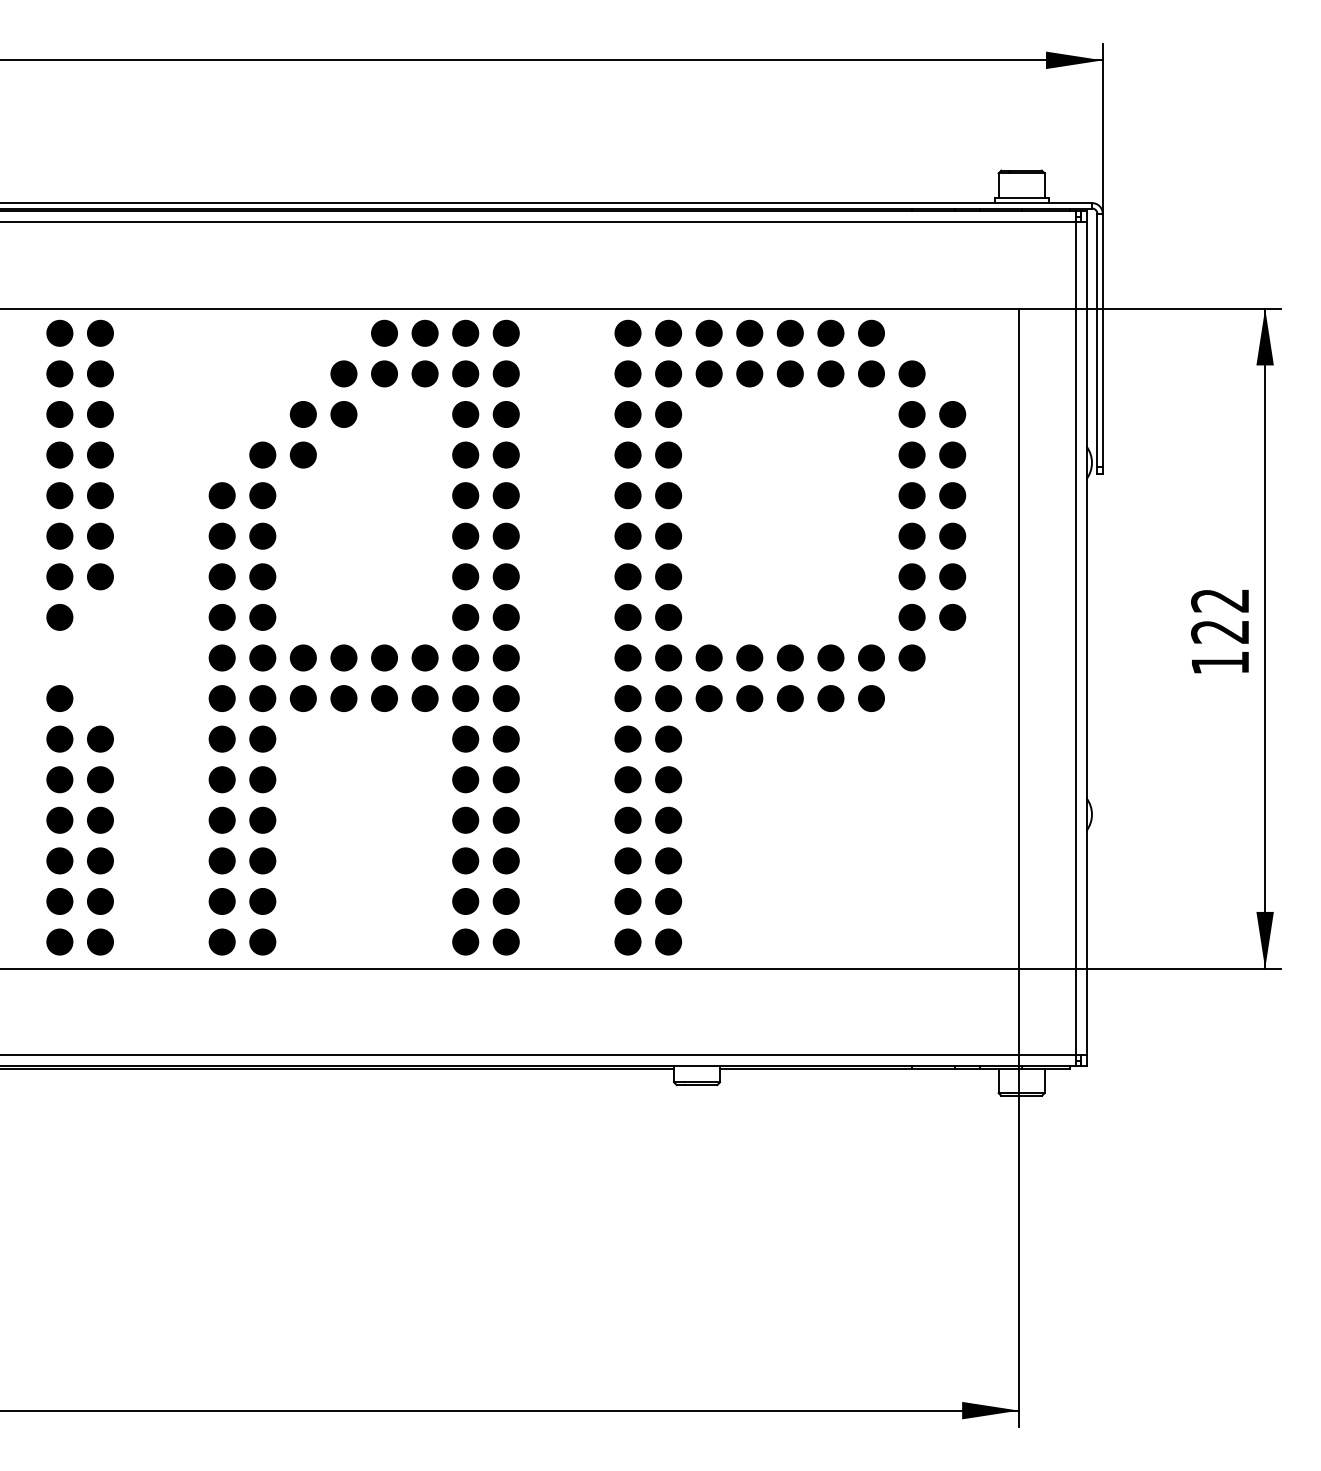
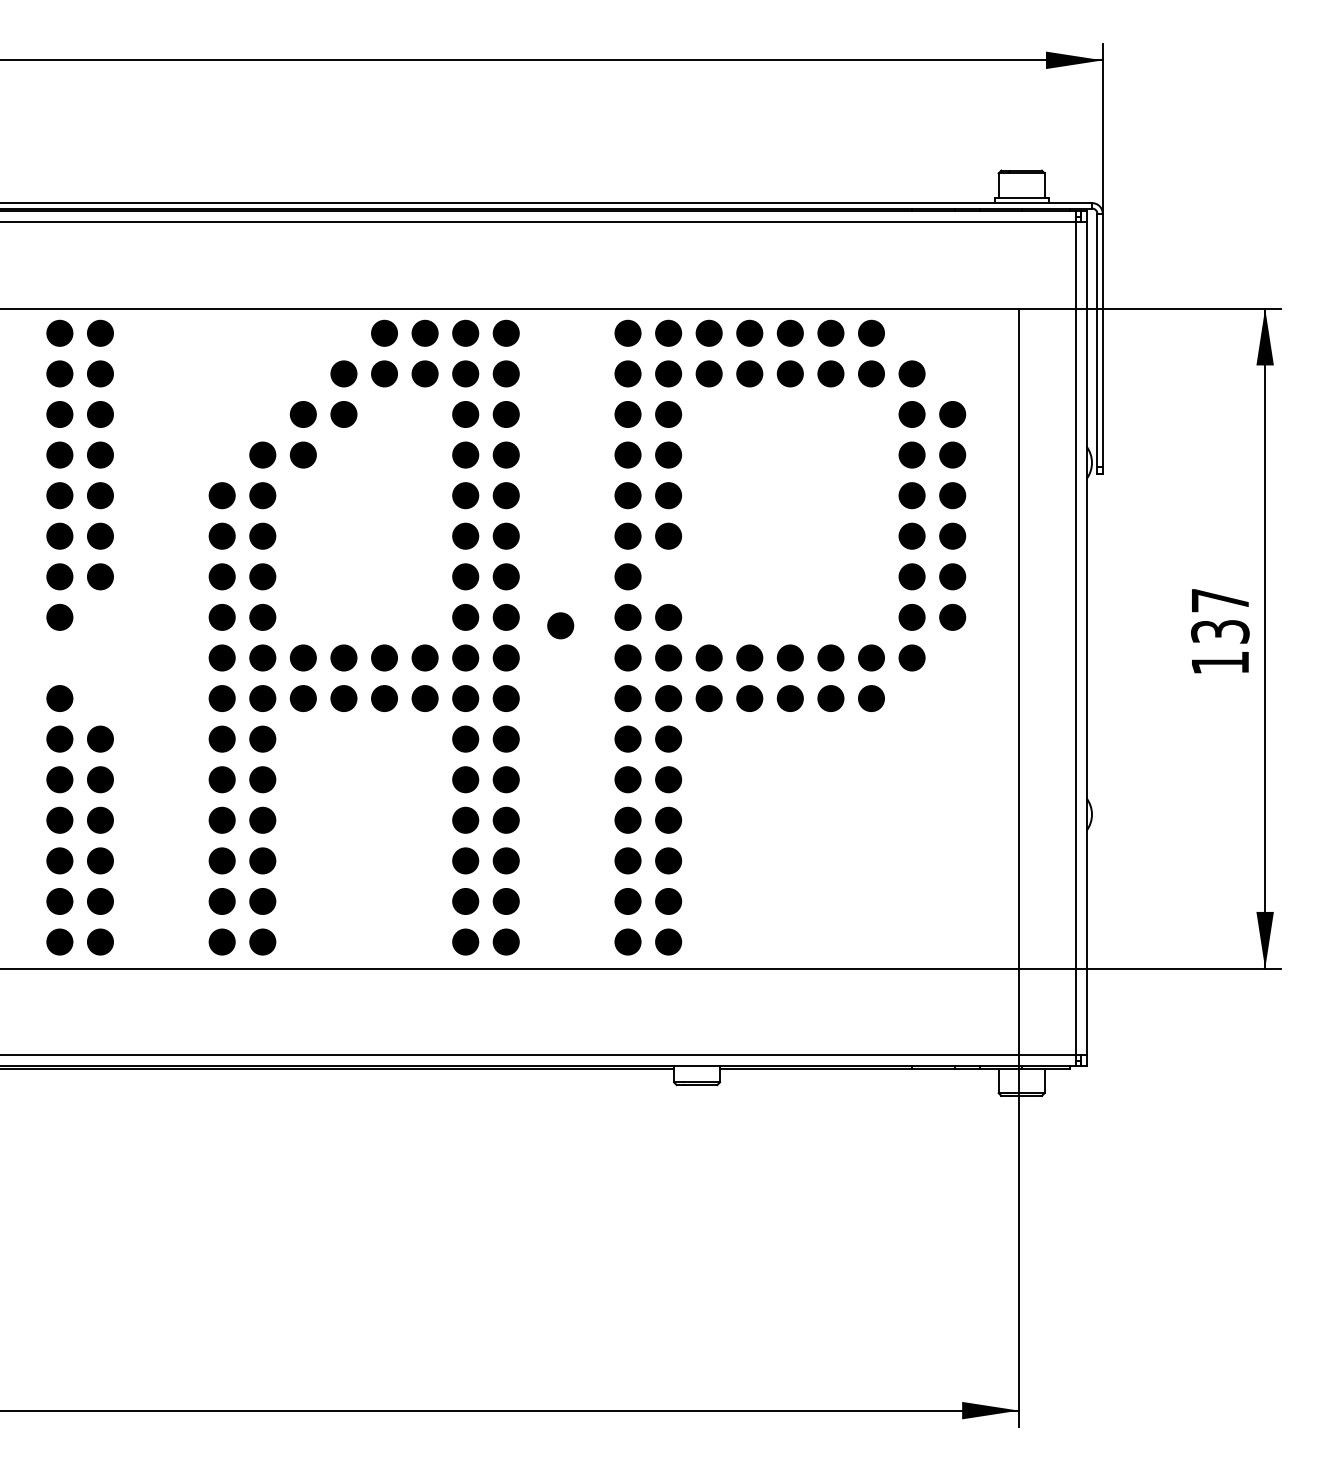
fill at (668, 576): present -> none
text at (1220, 616): 122 -> 137
part at (560, 625): none -> present
